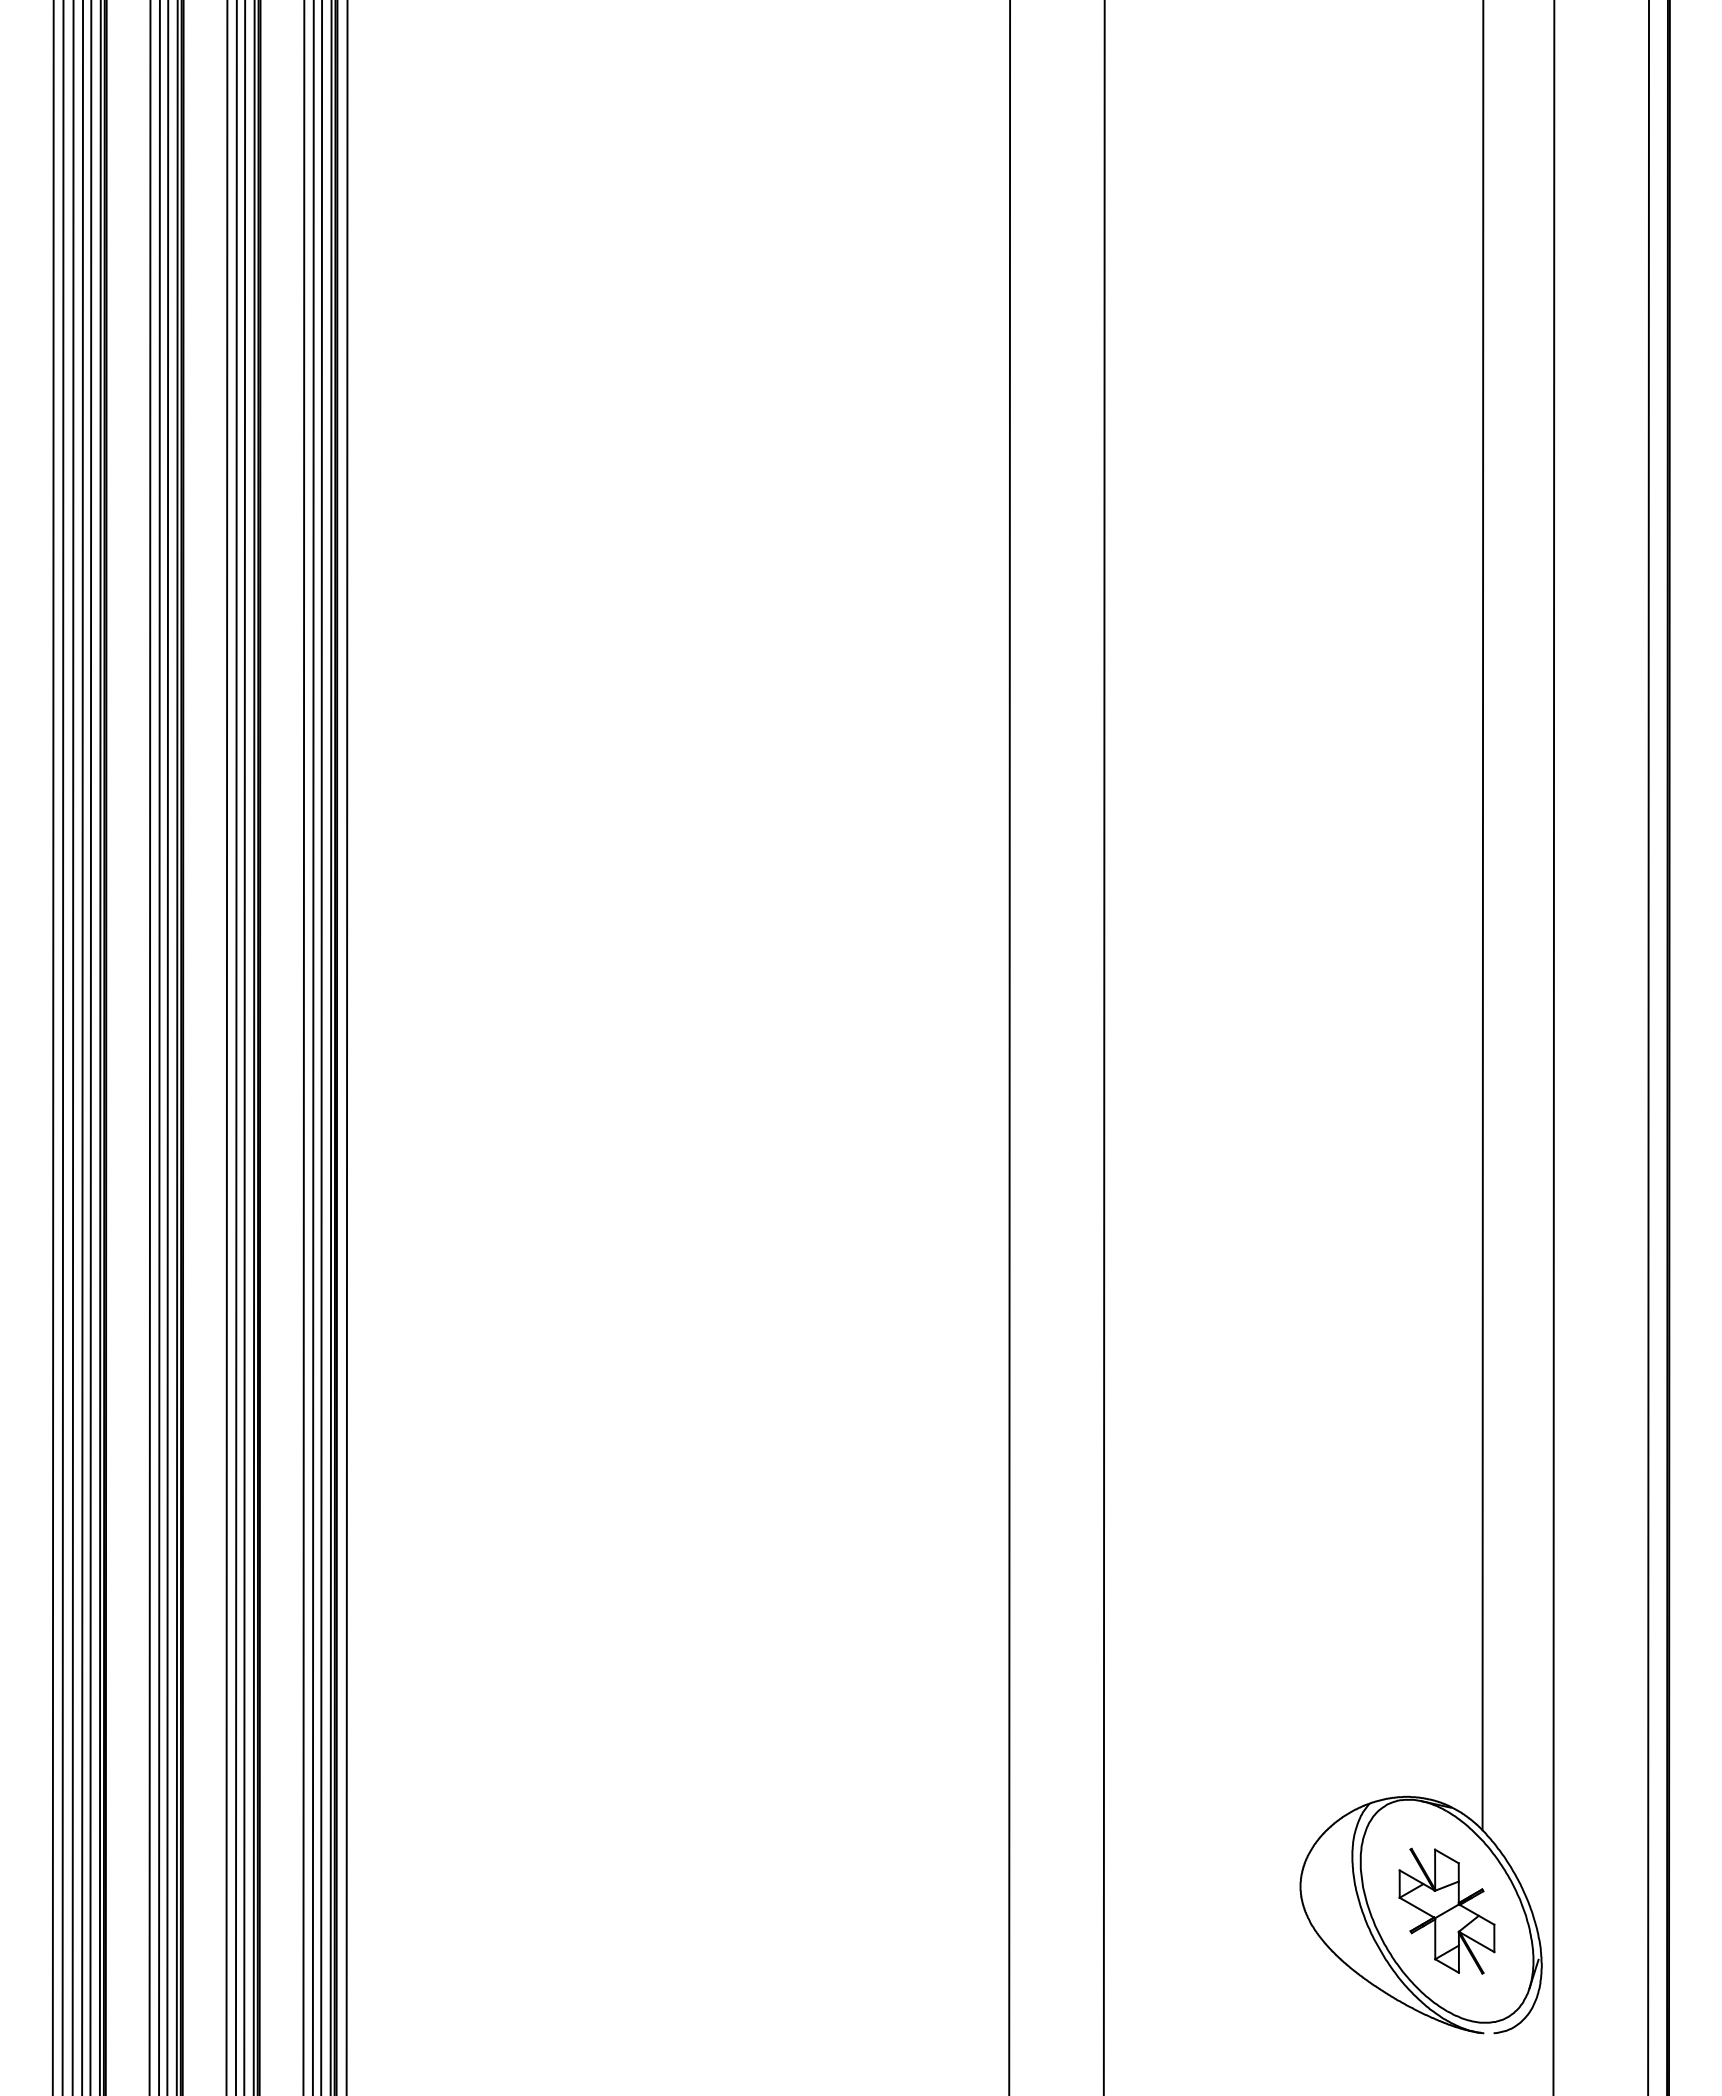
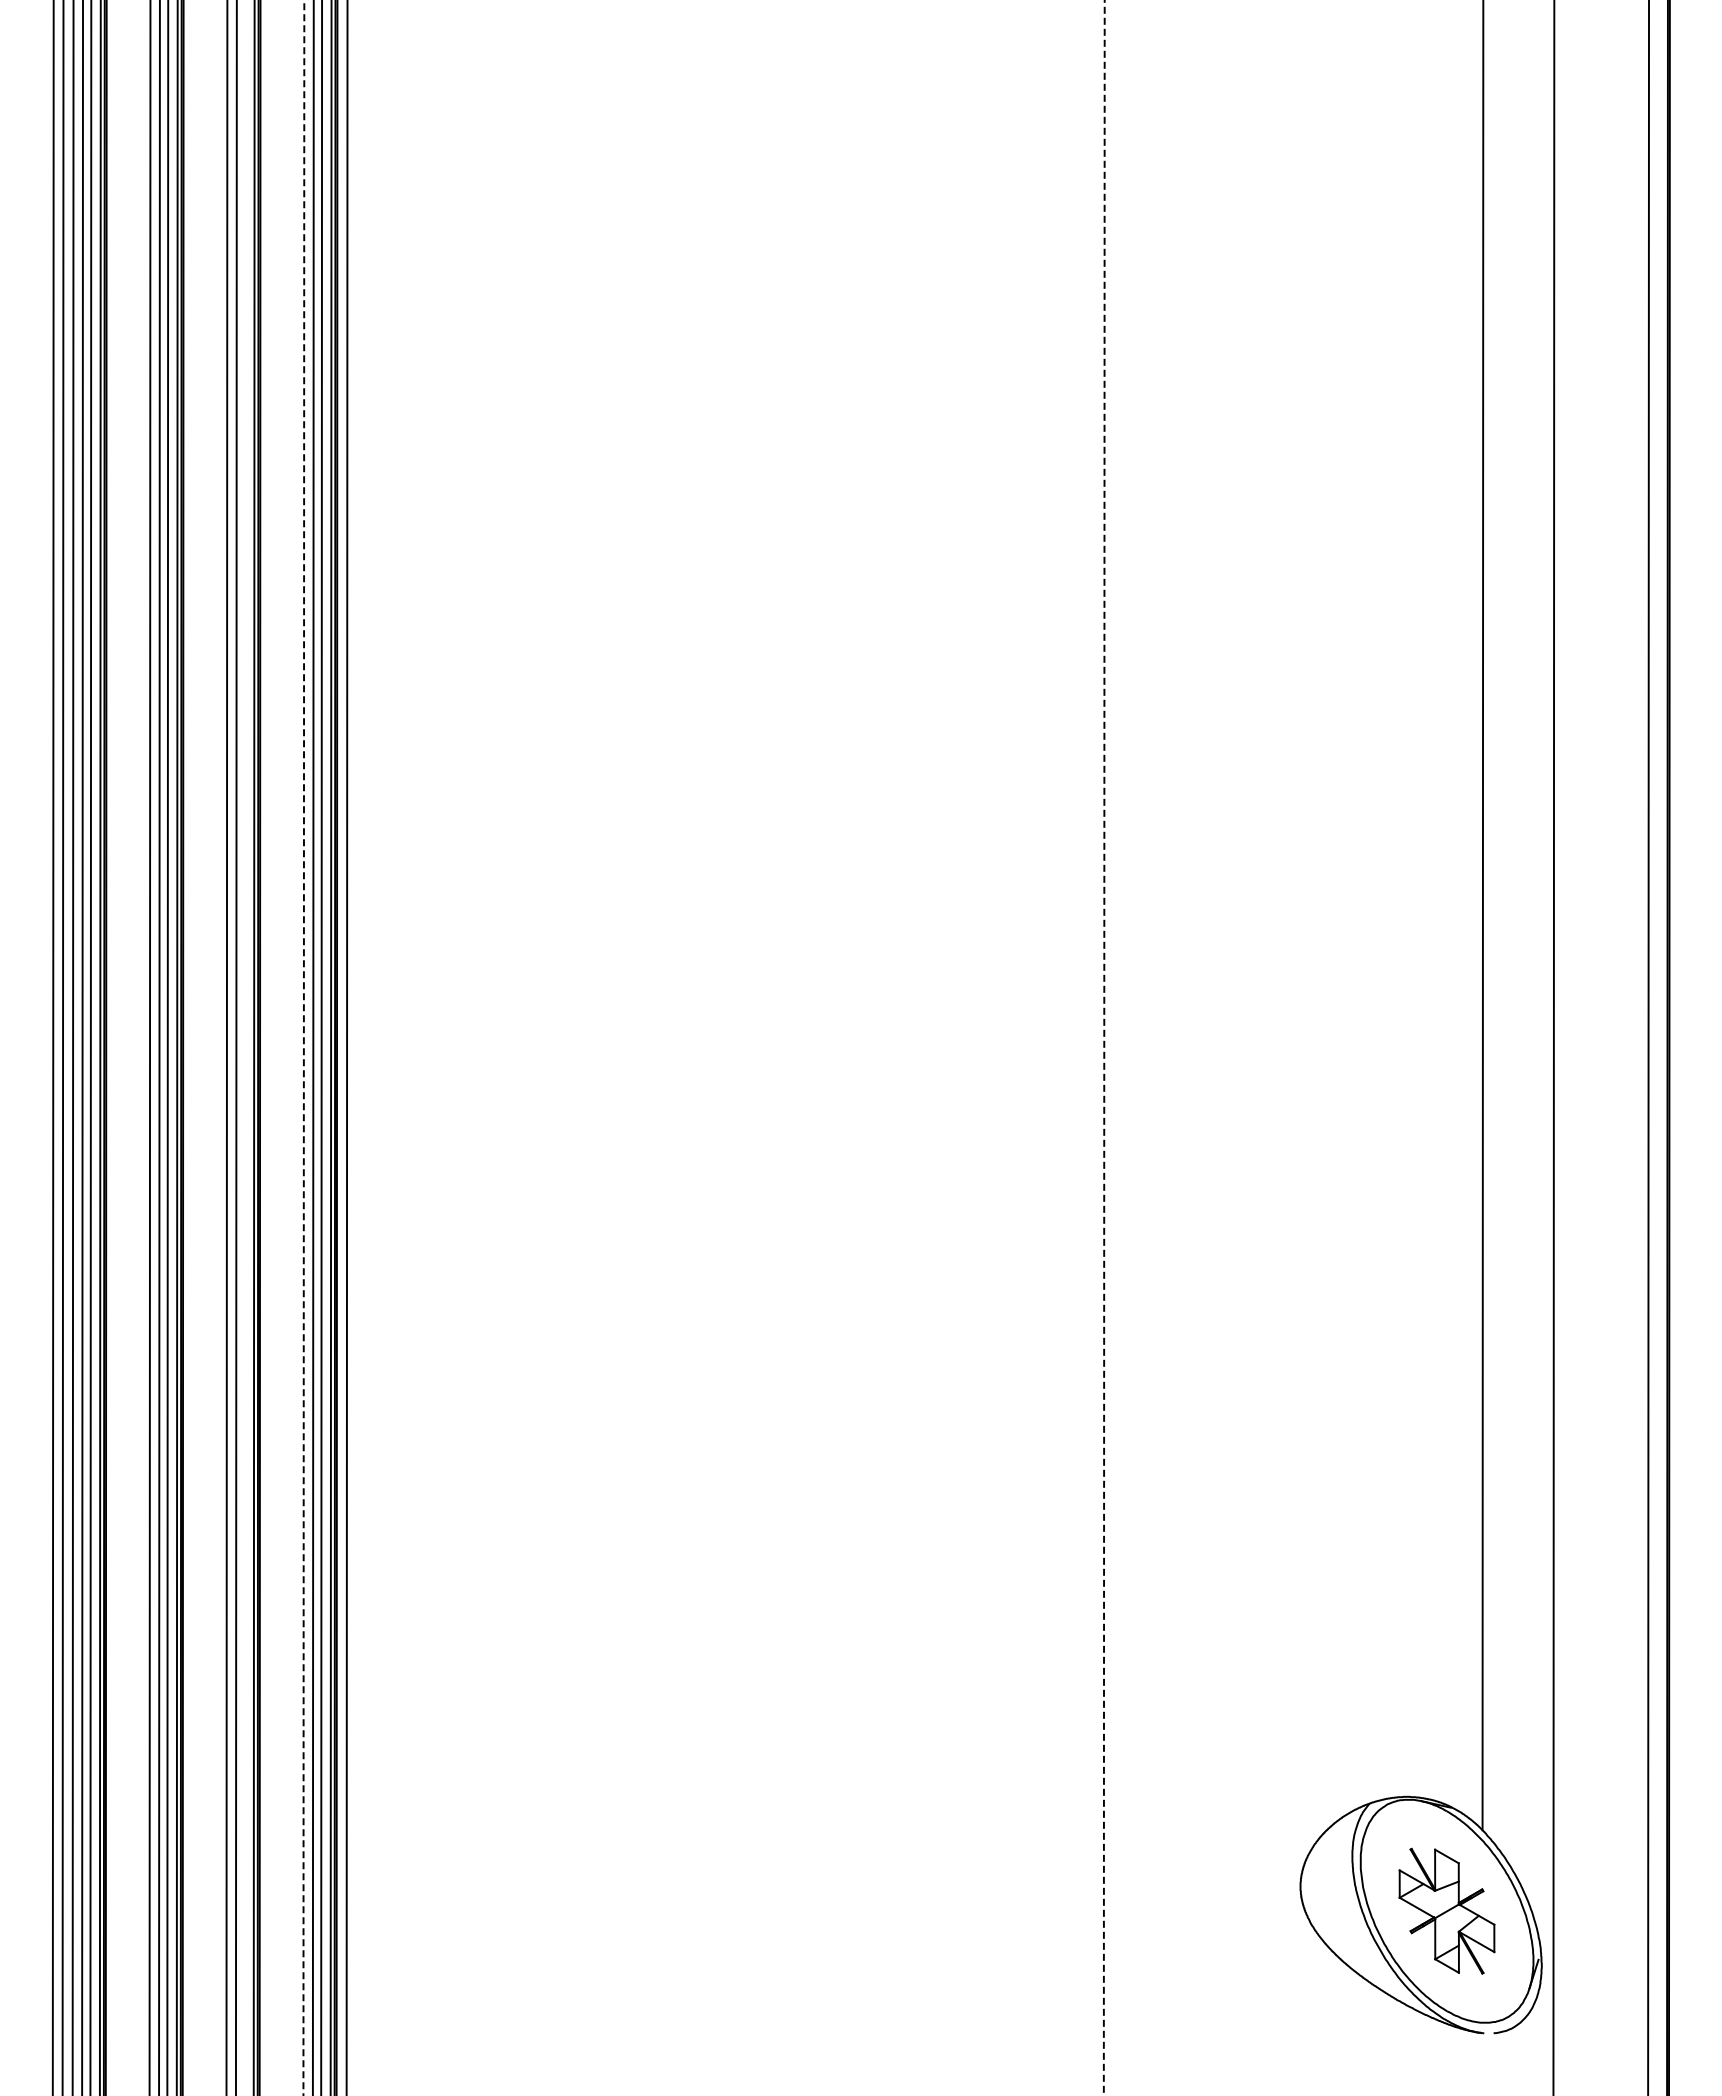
line at (244, 1047): present -> none
line at (303, 1047): solid -> dashed
line at (1009, 1047): present -> none
line at (1104, 1048): solid -> dashed
